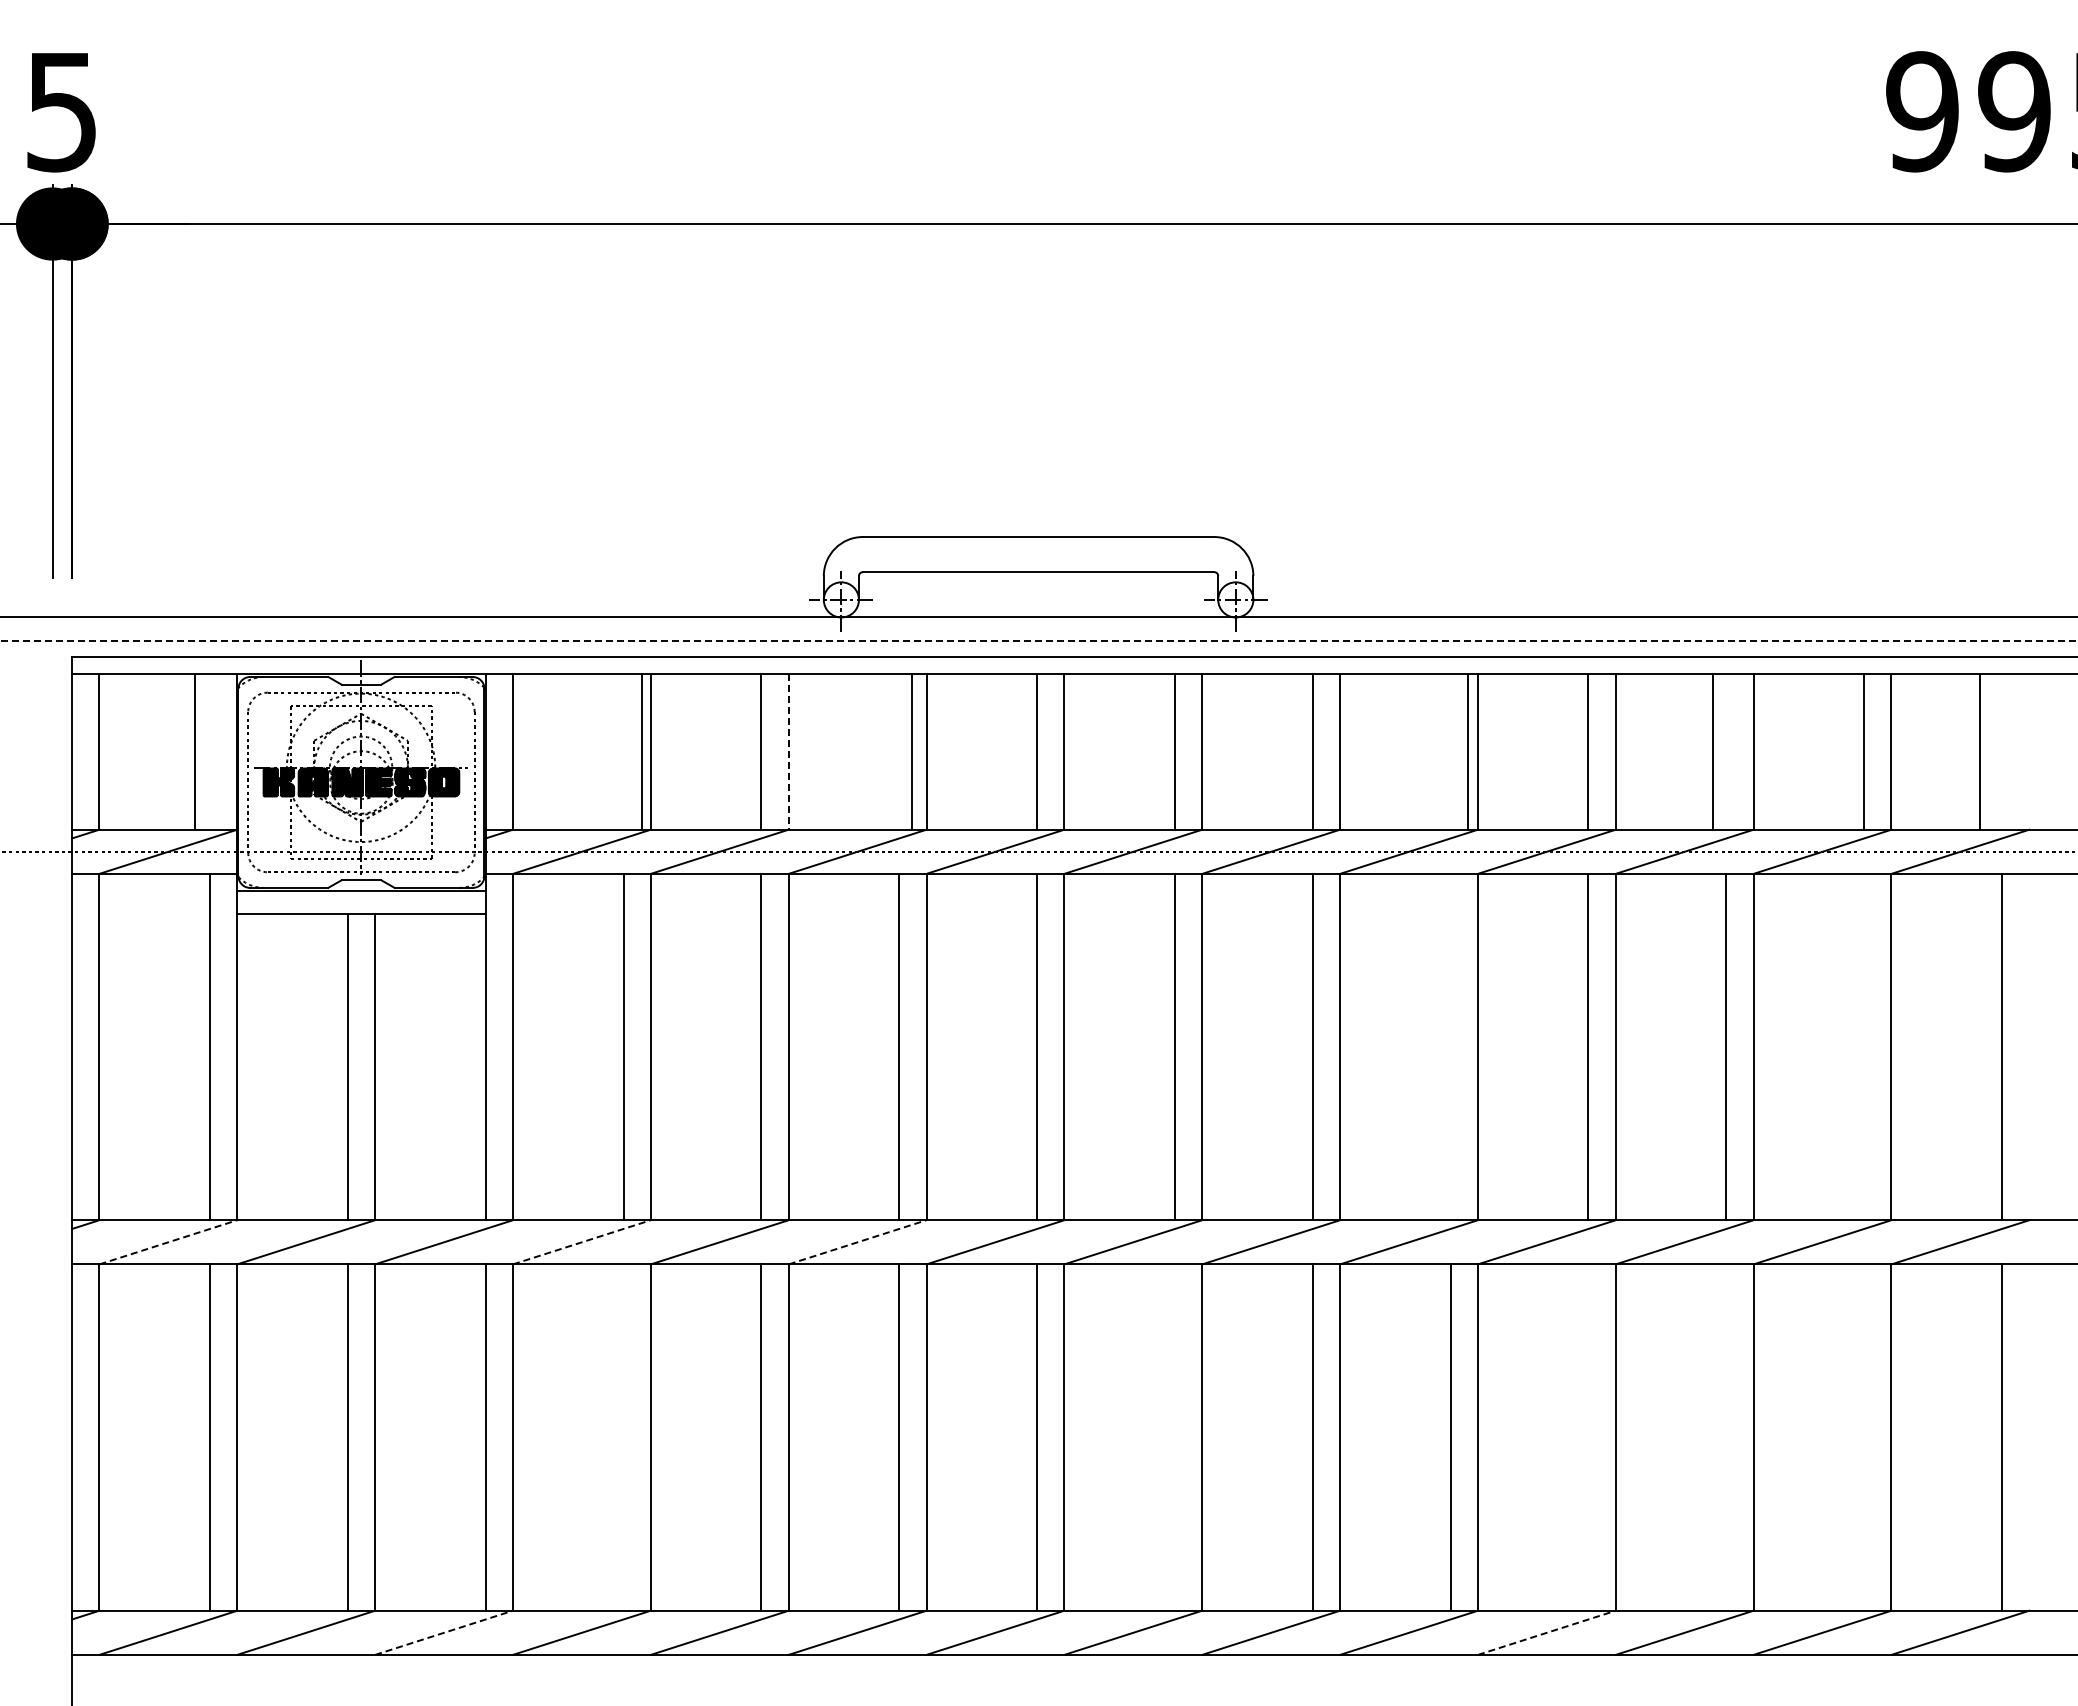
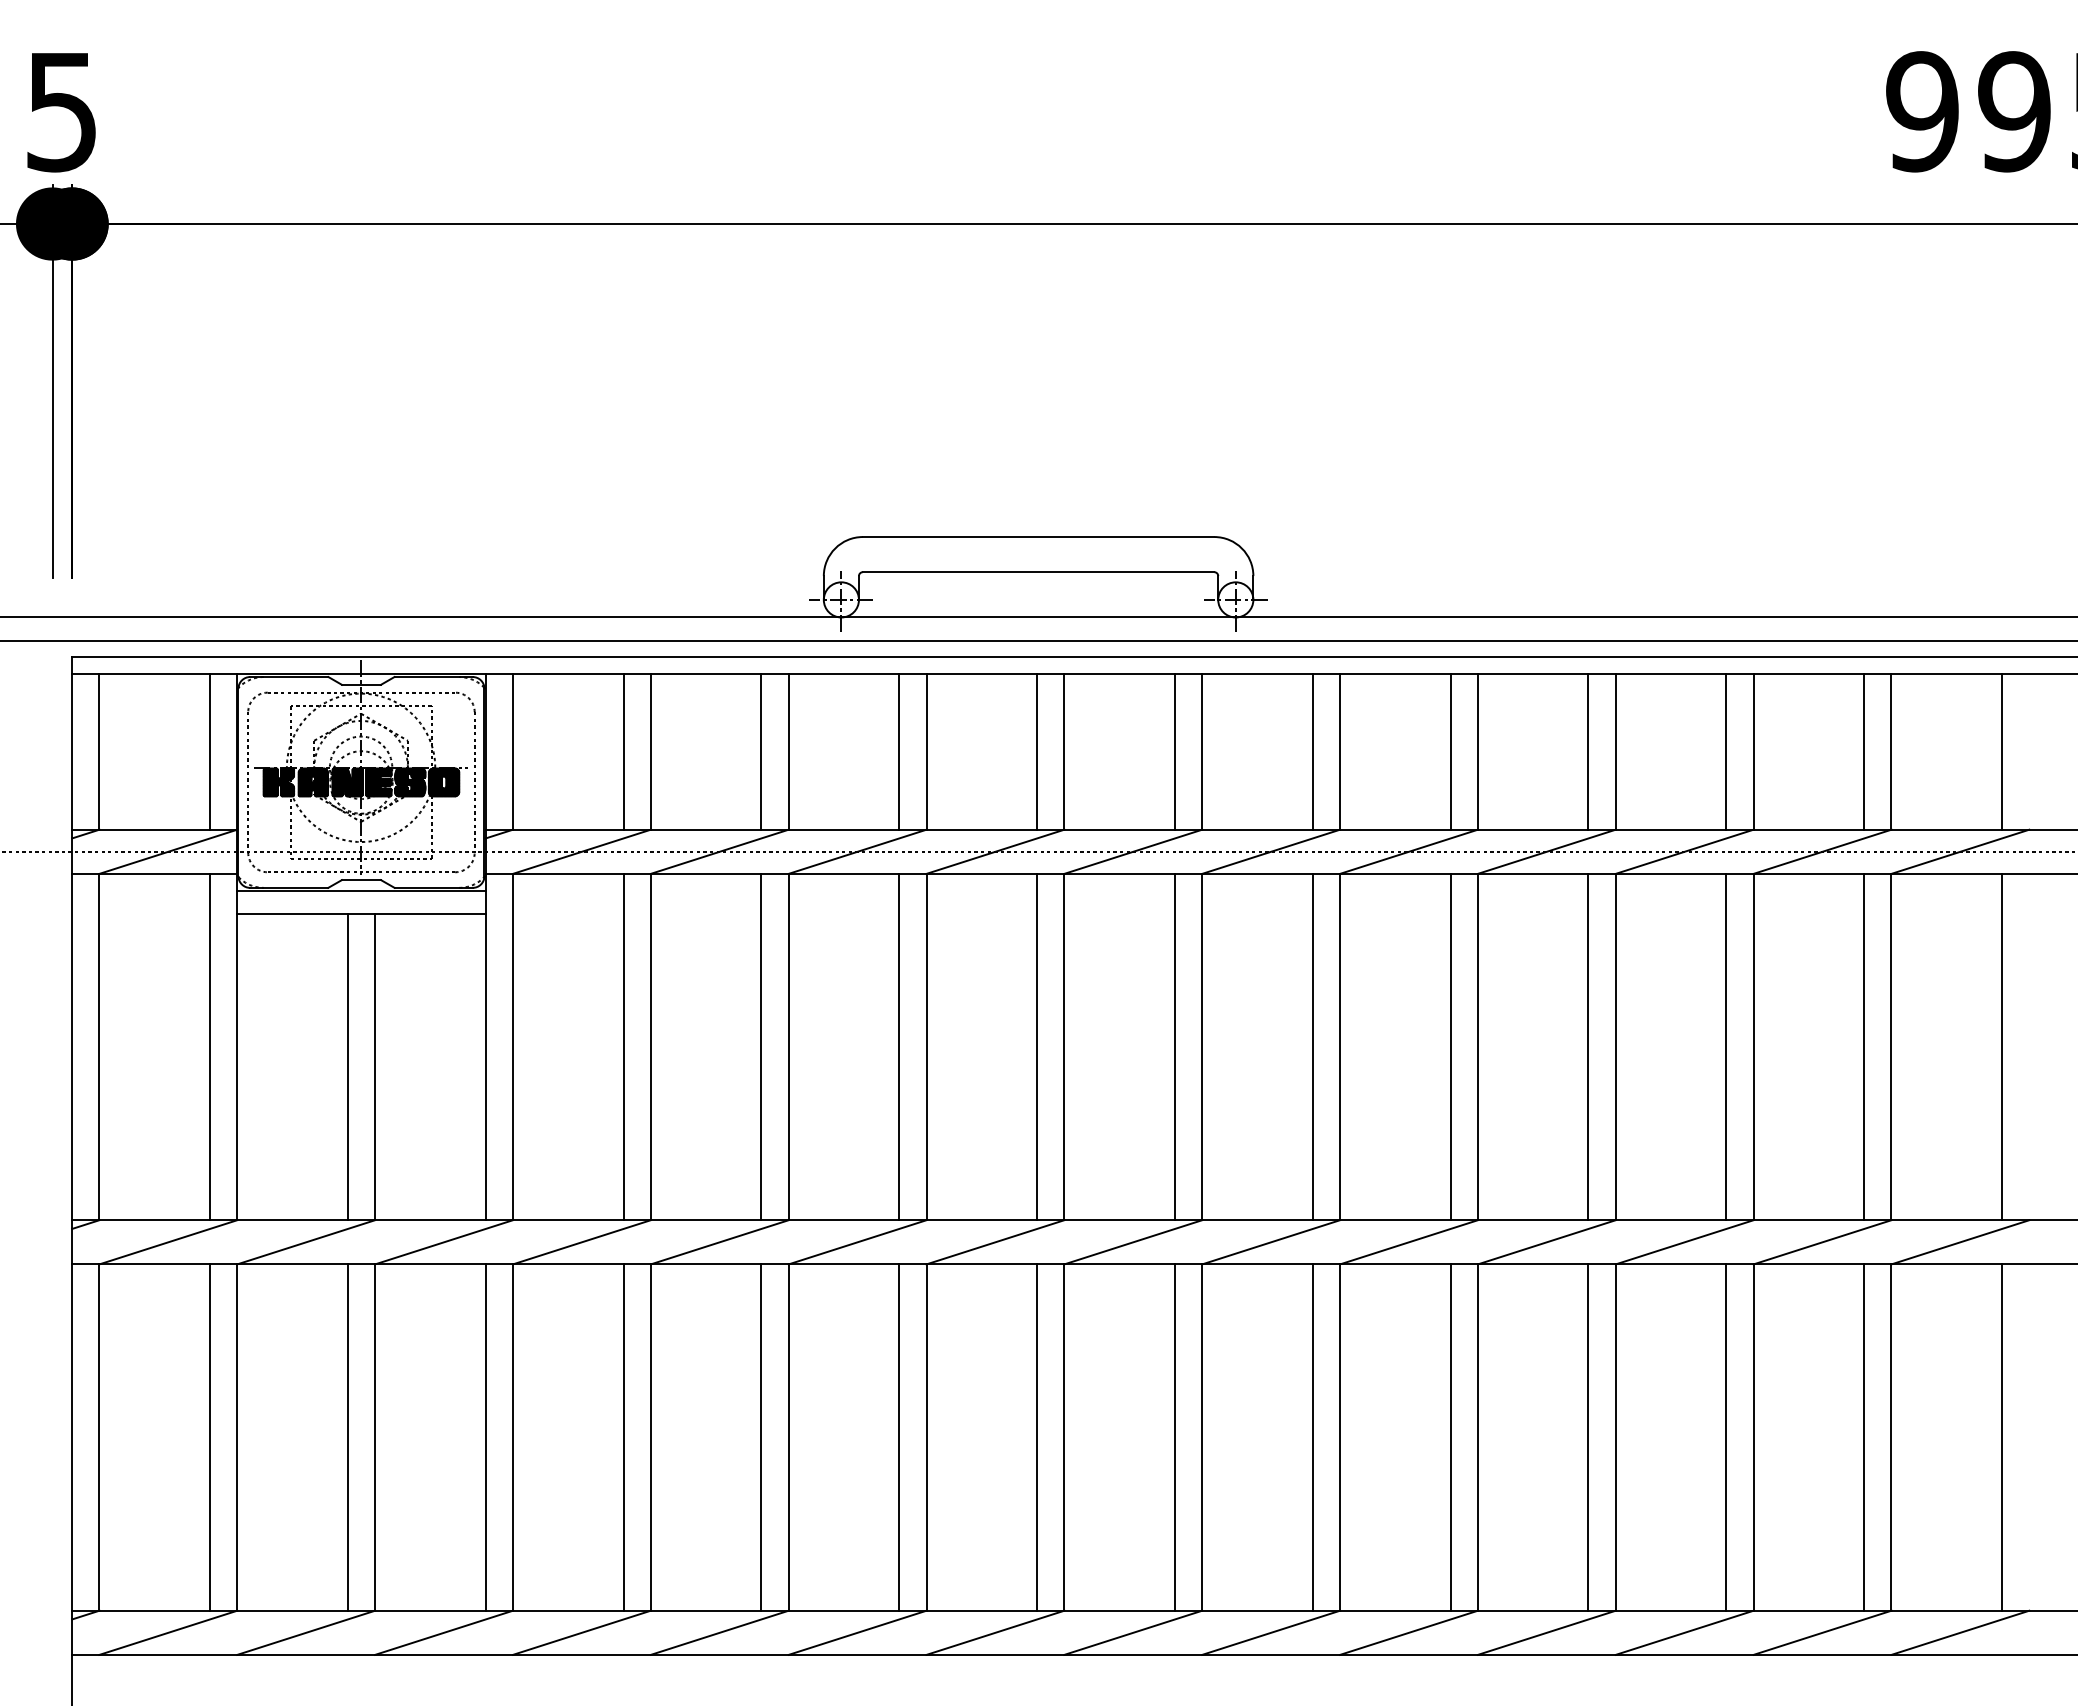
line at (1038, 640): dashed -> solid
line at (194, 751) position: (194, 751) -> (209, 751)
line at (641, 751) position: (641, 751) -> (623, 751)
line at (788, 751): dashed -> solid
line at (912, 751) position: (912, 751) -> (899, 751)
line at (1467, 751) position: (1467, 751) -> (1450, 751)
line at (1713, 751) position: (1713, 751) -> (1726, 751)
line at (1979, 751) position: (1979, 751) -> (2001, 751)
line at (1450, 1046): none -> present
line at (1864, 1046): none -> present
line at (168, 1242): dashed -> solid
line at (582, 1242): dashed -> solid
line at (858, 1242): dashed -> solid
line at (623, 1437): none -> present
line at (1174, 1437): none -> present
line at (1588, 1437): none -> present
line at (1726, 1437): none -> present
line at (1864, 1437): none -> present
line at (444, 1632): dashed -> solid
line at (1547, 1632): dashed -> solid
